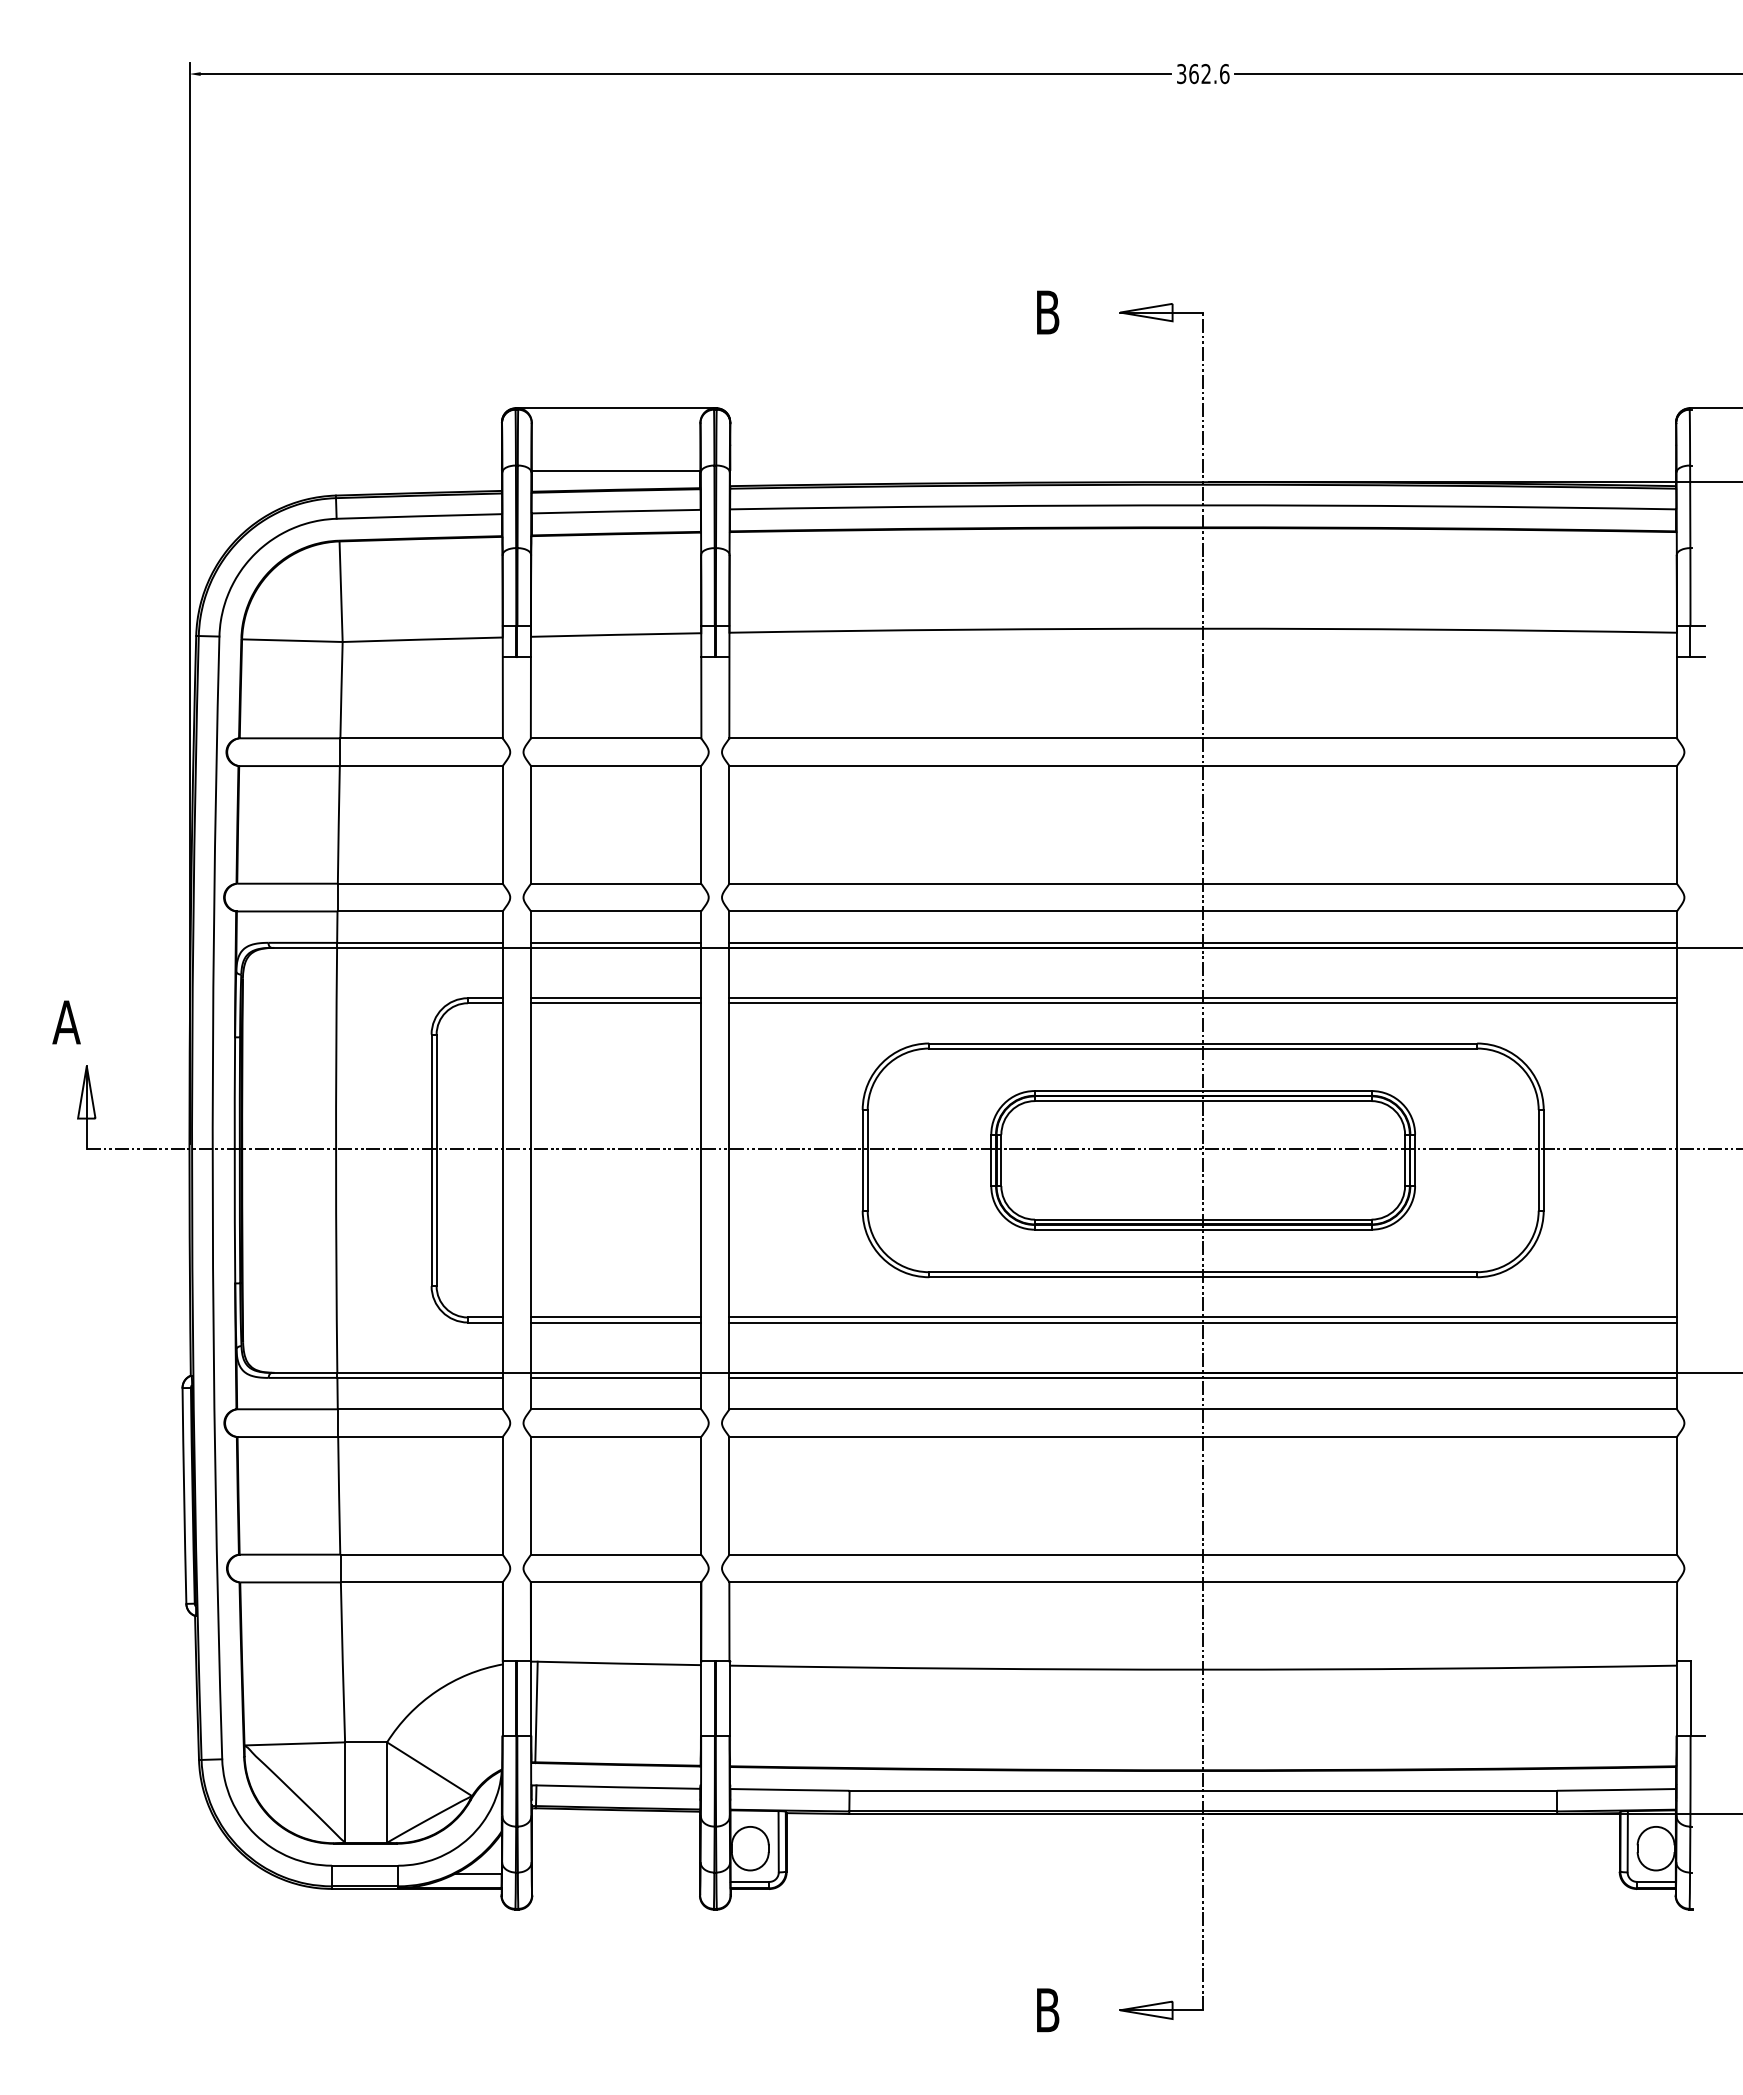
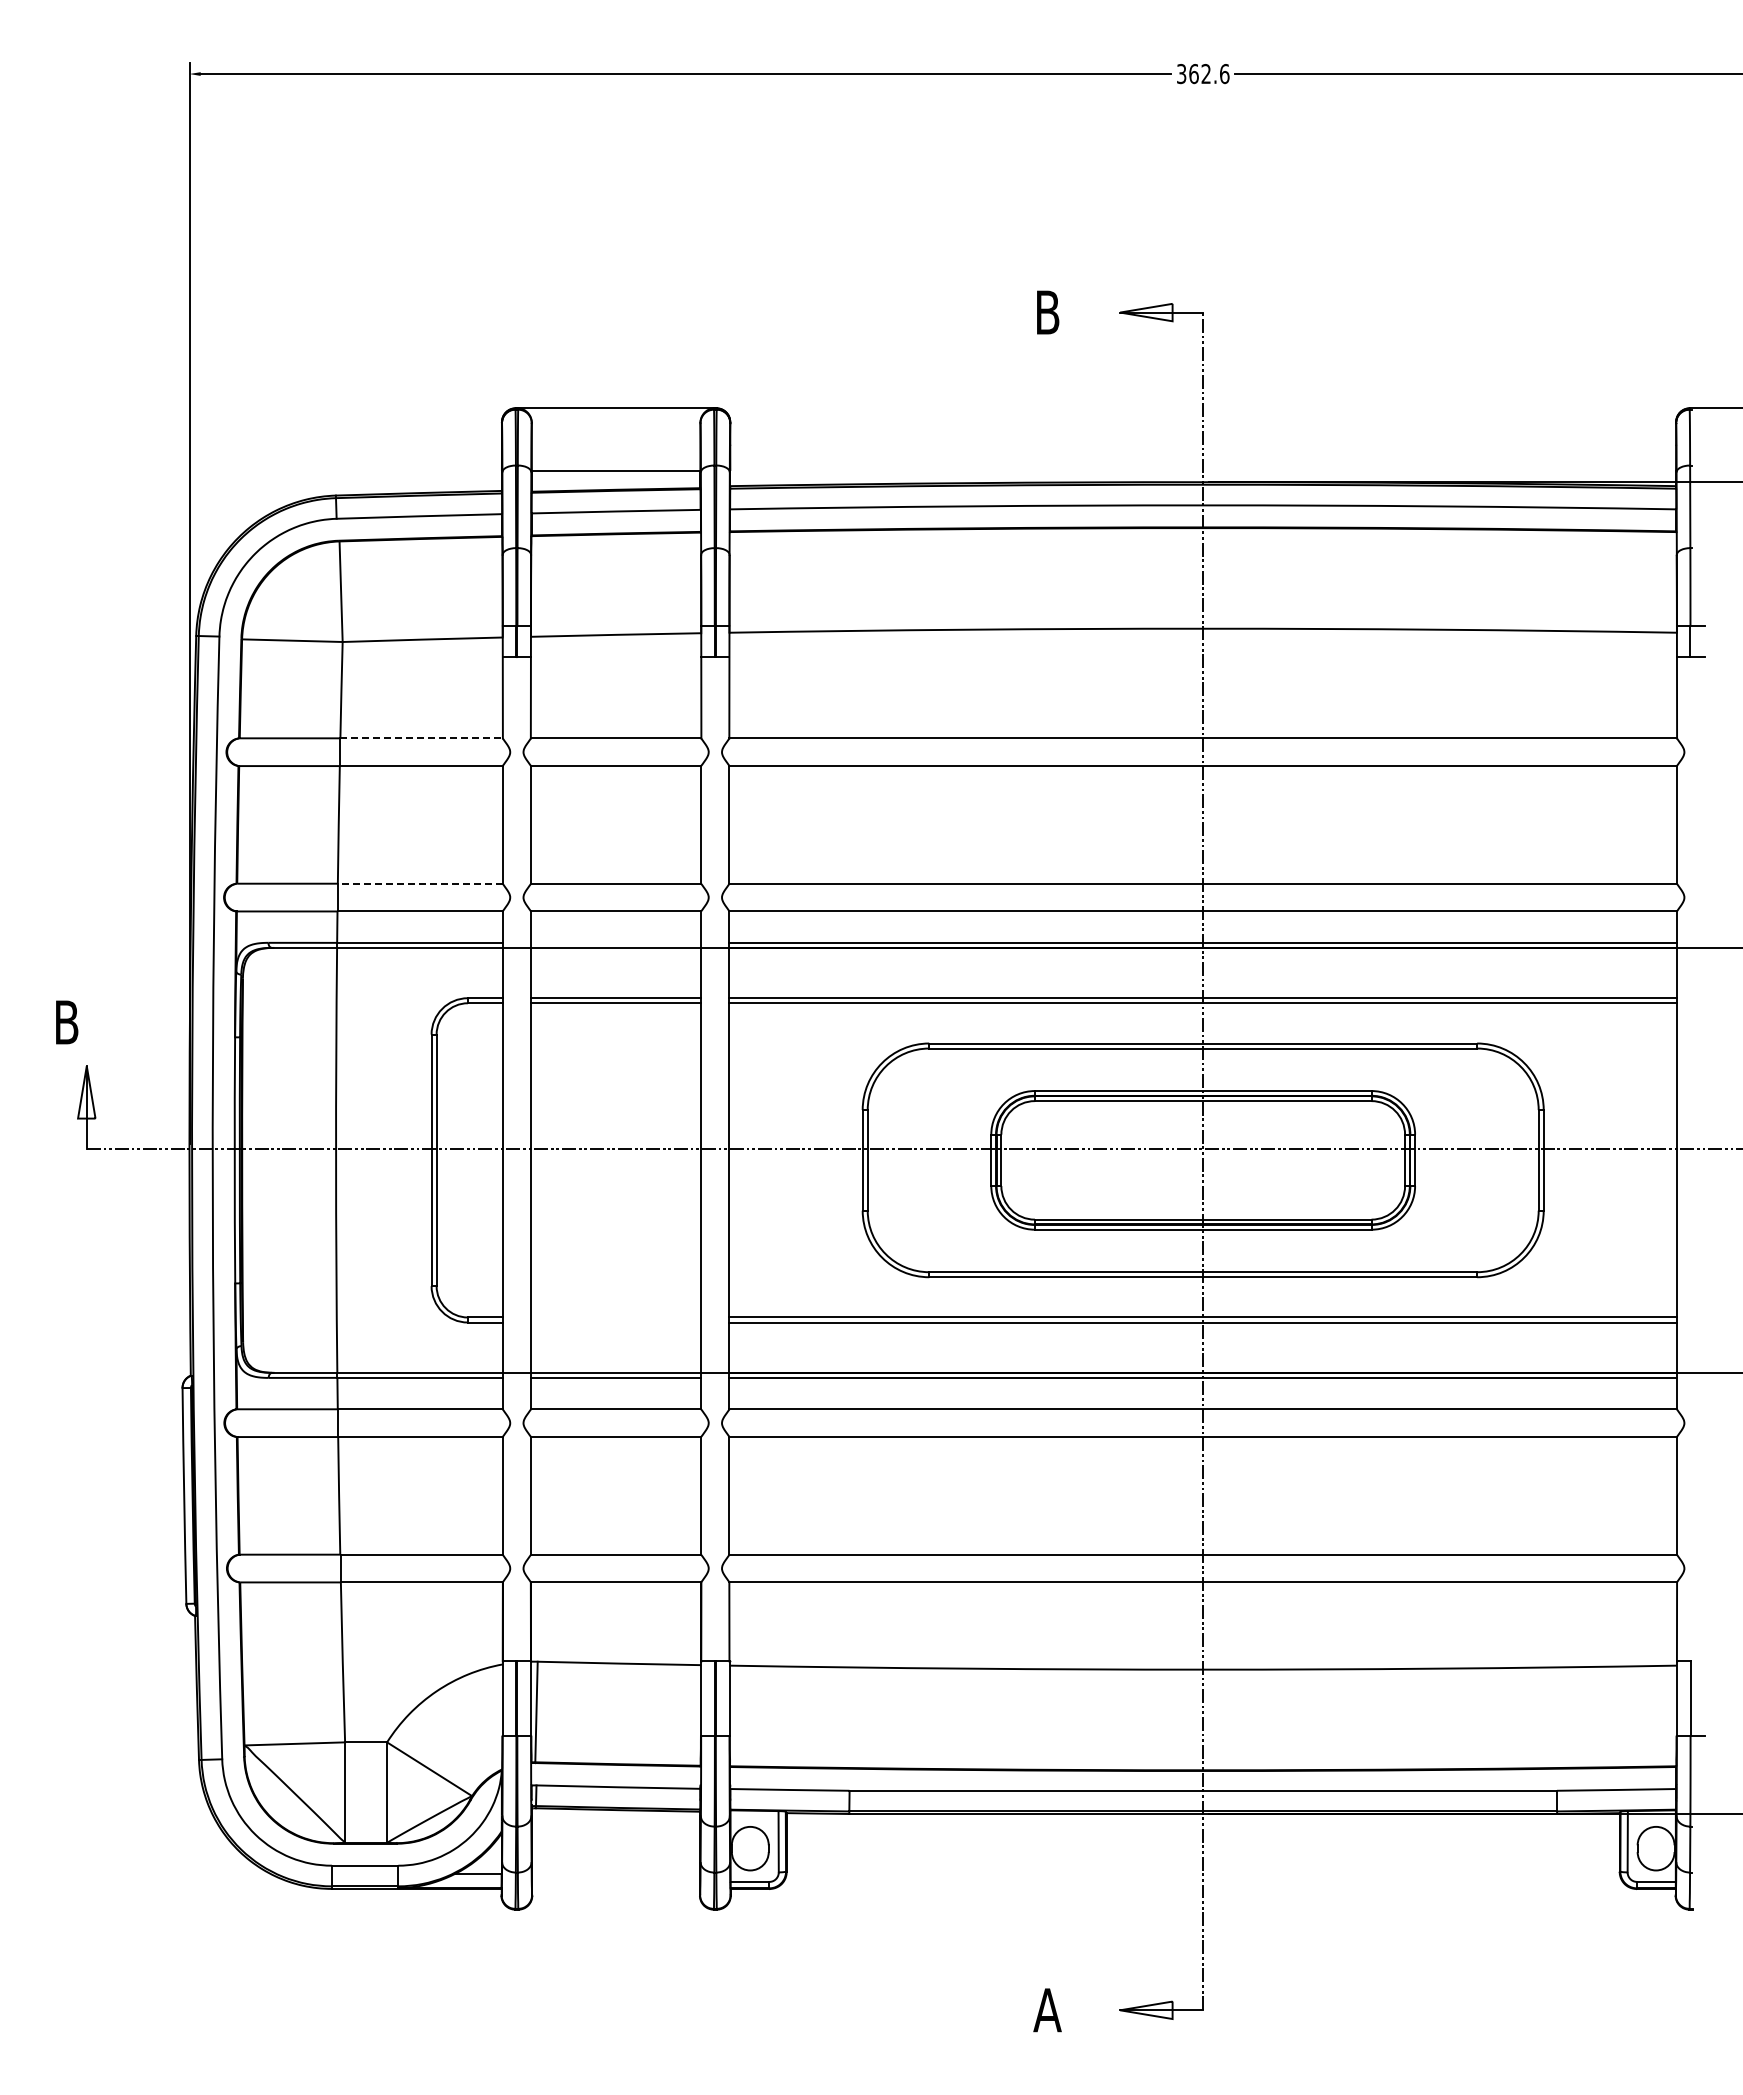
line at (422, 738): solid -> dashed
line at (420, 883): solid -> dashed
line at (615, 942): present -> none
text at (66, 1022): A -> B
line at (615, 1317): present -> none
line at (615, 1322): present -> none
text at (1047, 2010): B -> A
